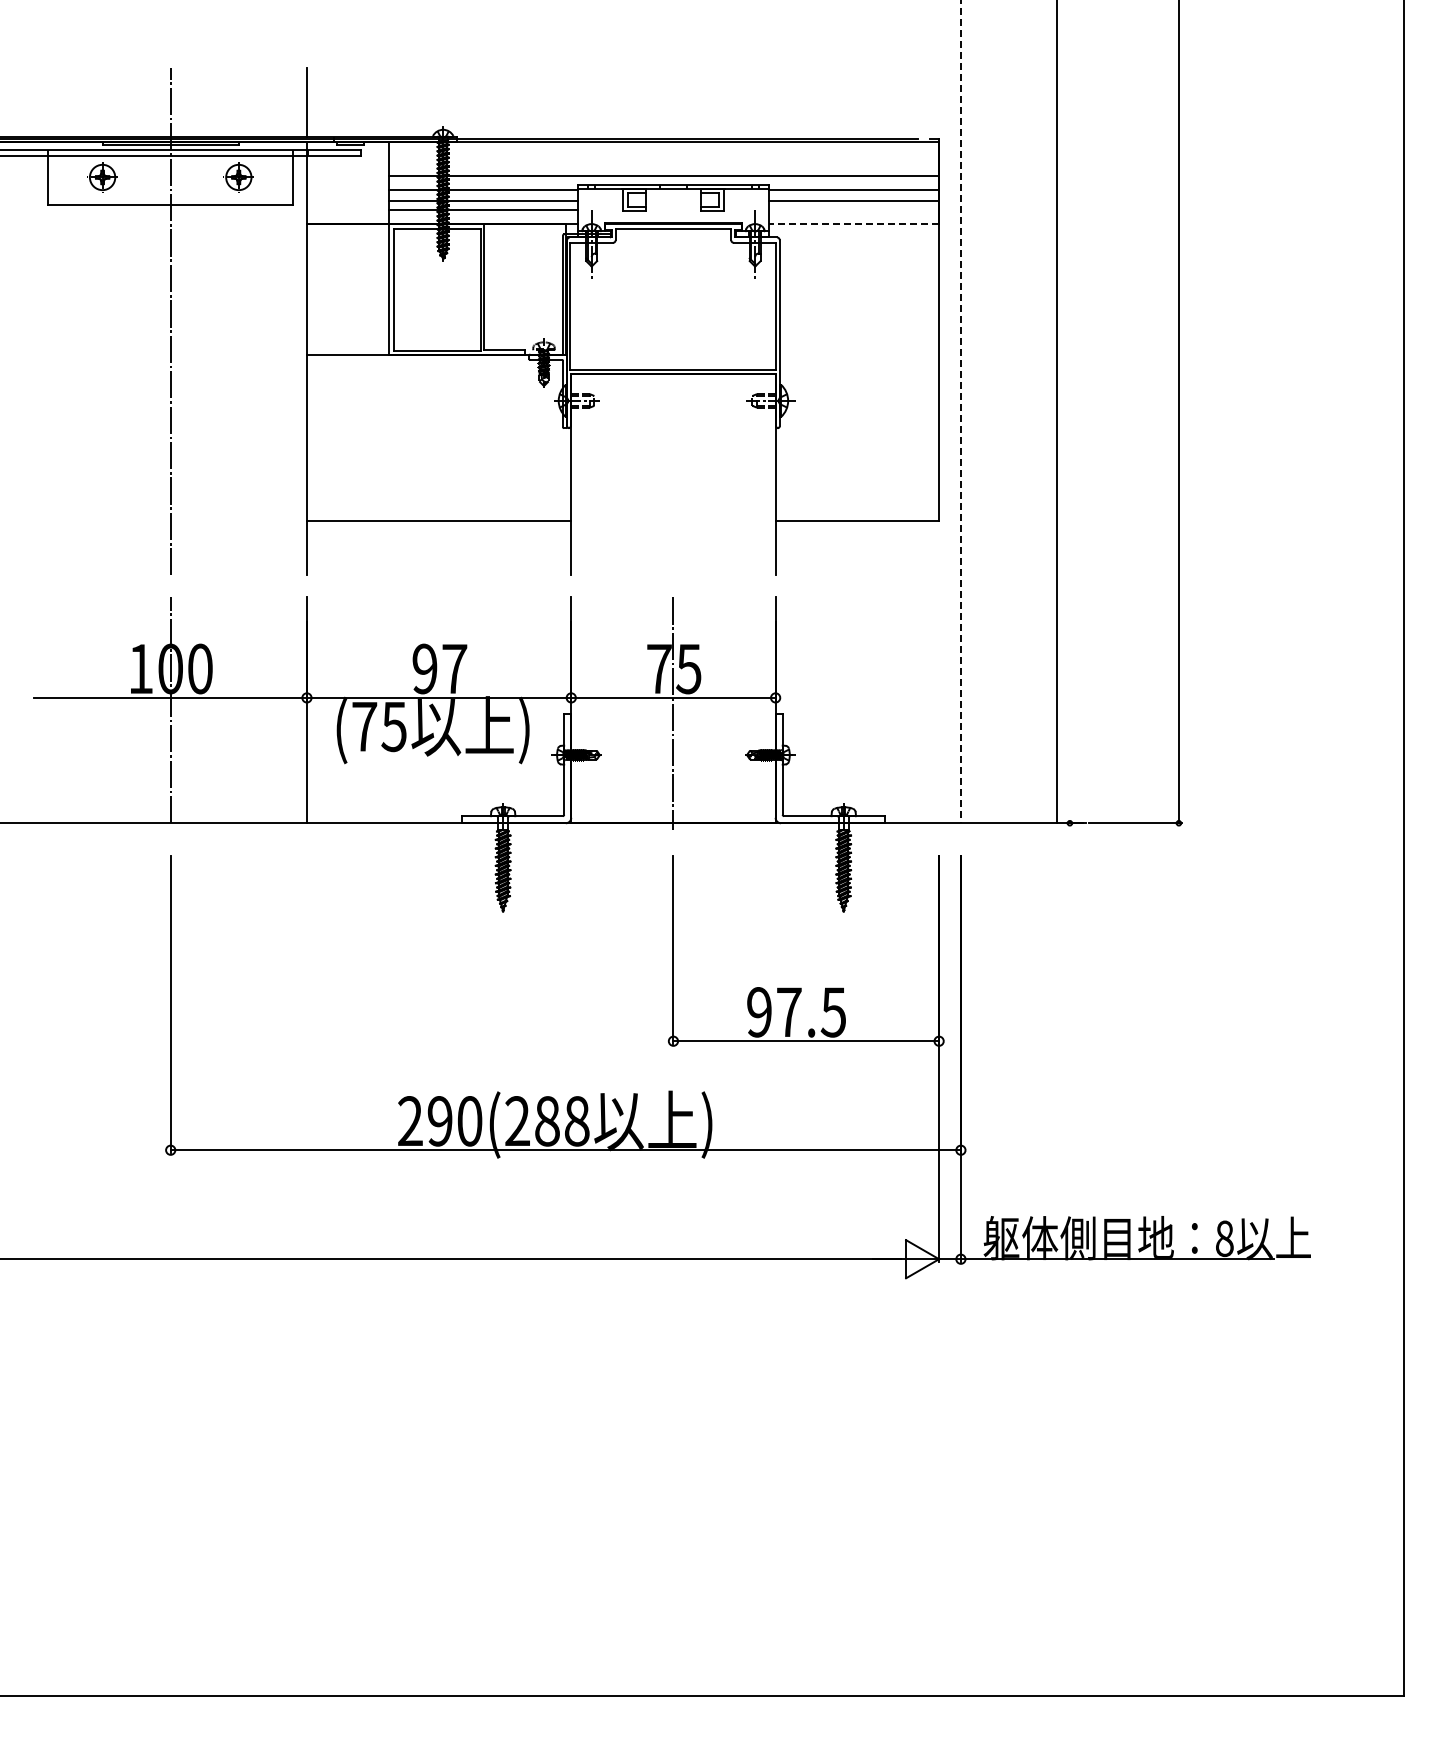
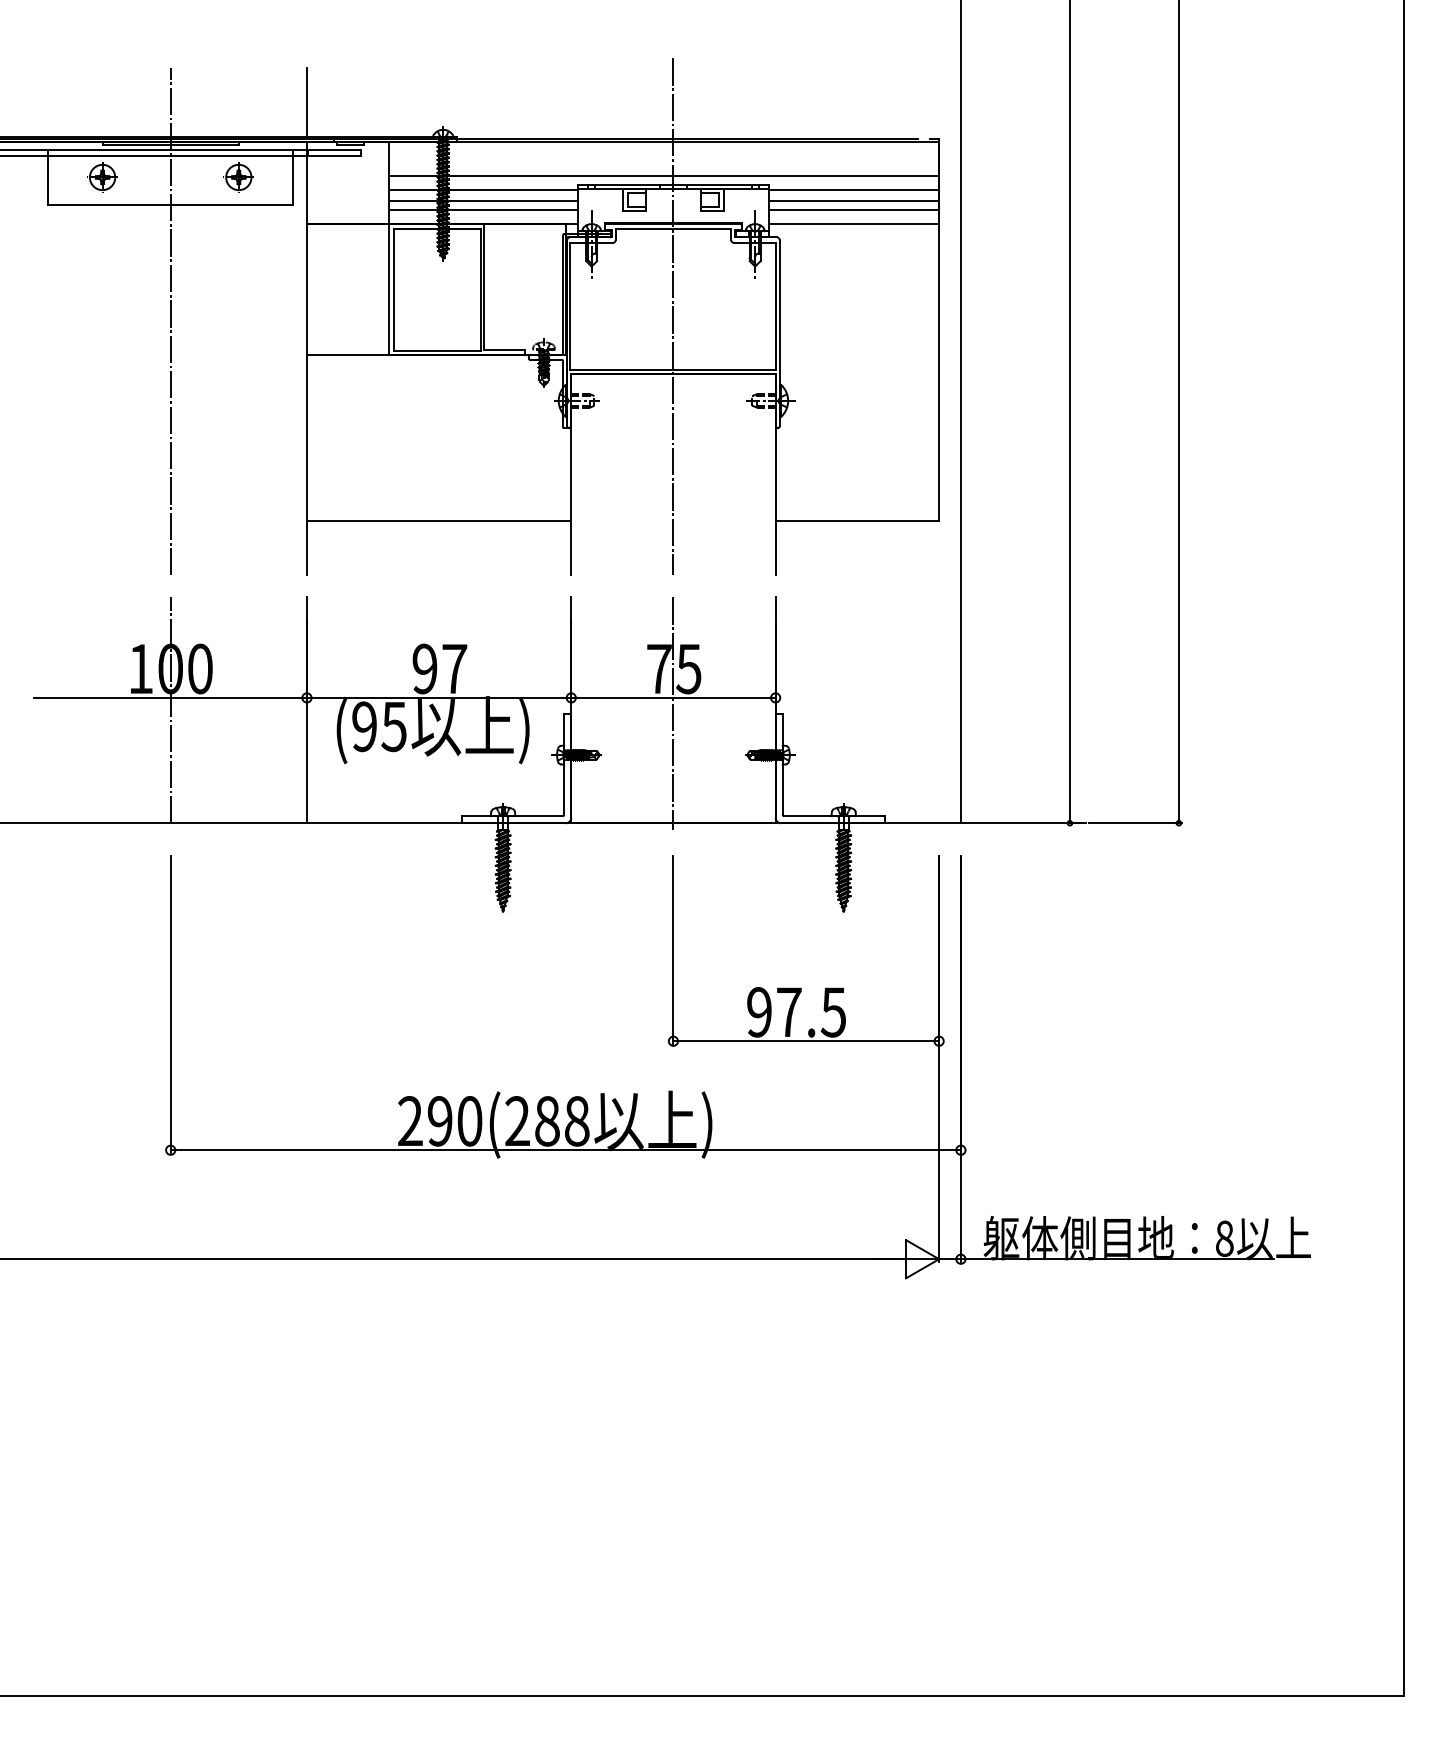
line at (853, 210): none -> present
line at (853, 223): dashed -> solid
line at (673, 316): none -> present
line at (960, 412): dashed -> solid
line at (1056, 412) position: (1056, 412) -> (1069, 412)
text at (364, 726): (75 -> (95
